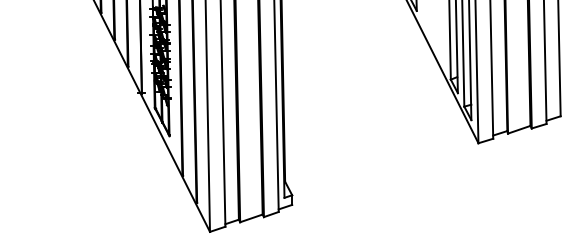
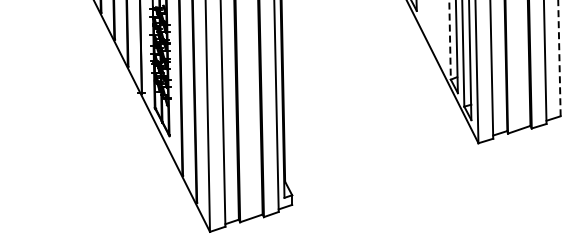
line at (450, 40): solid -> dashed
line at (559, 58): solid -> dashed
